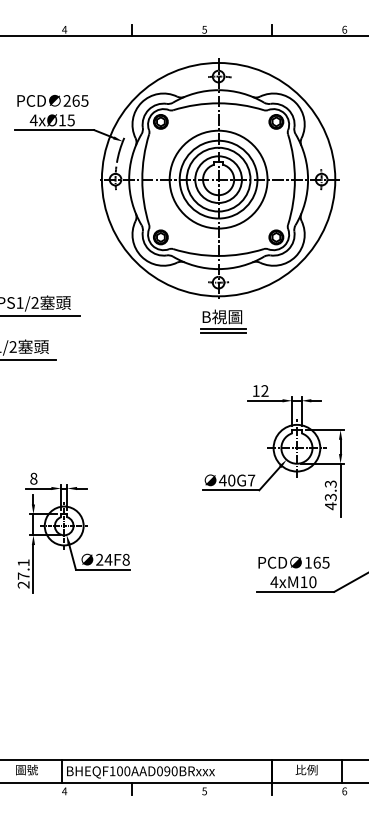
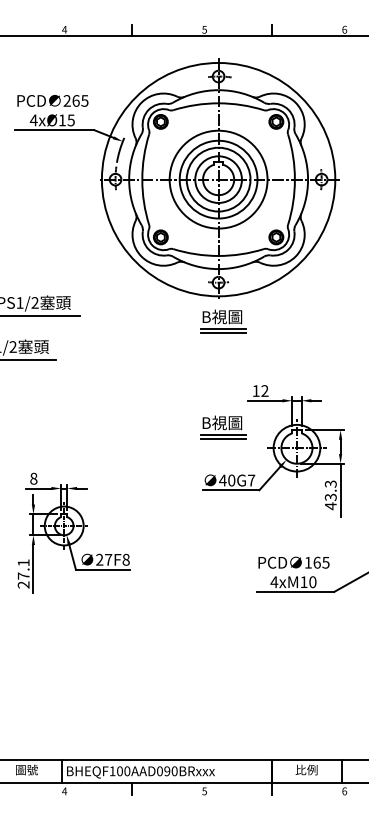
part at (223, 427): none -> present
text at (108, 559): 24F8 -> 27F8
